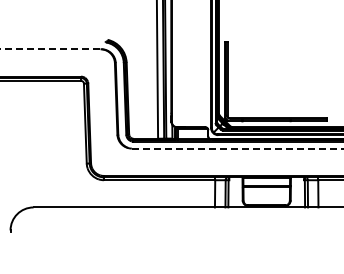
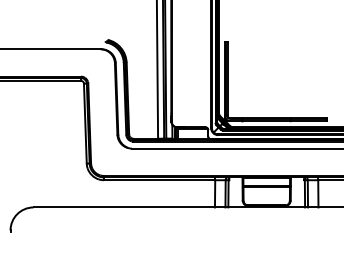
line at (50, 49): dashed -> solid
line at (237, 148): dashed -> solid
